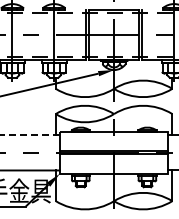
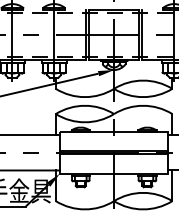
line at (30, 134): dashed -> solid
